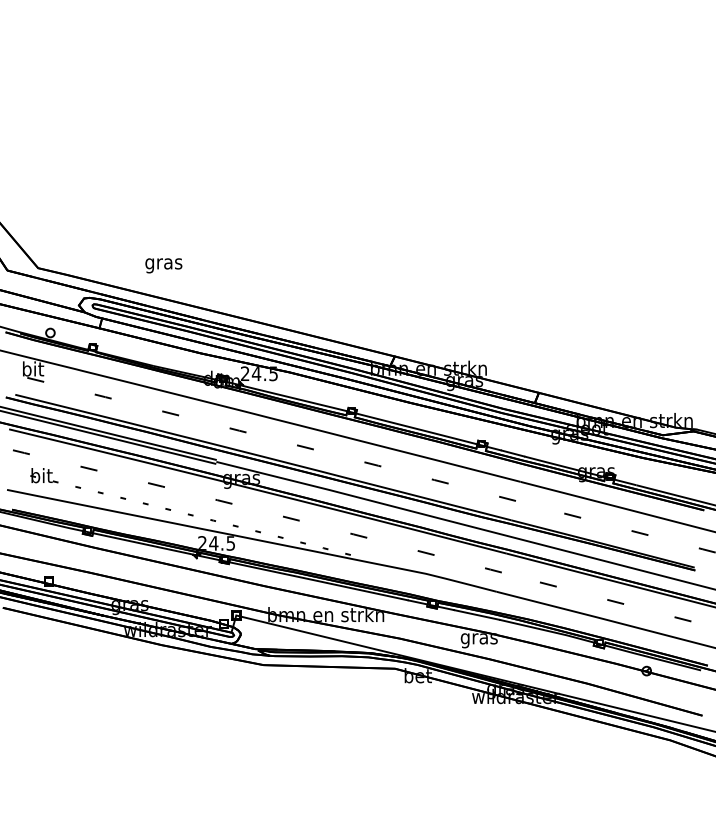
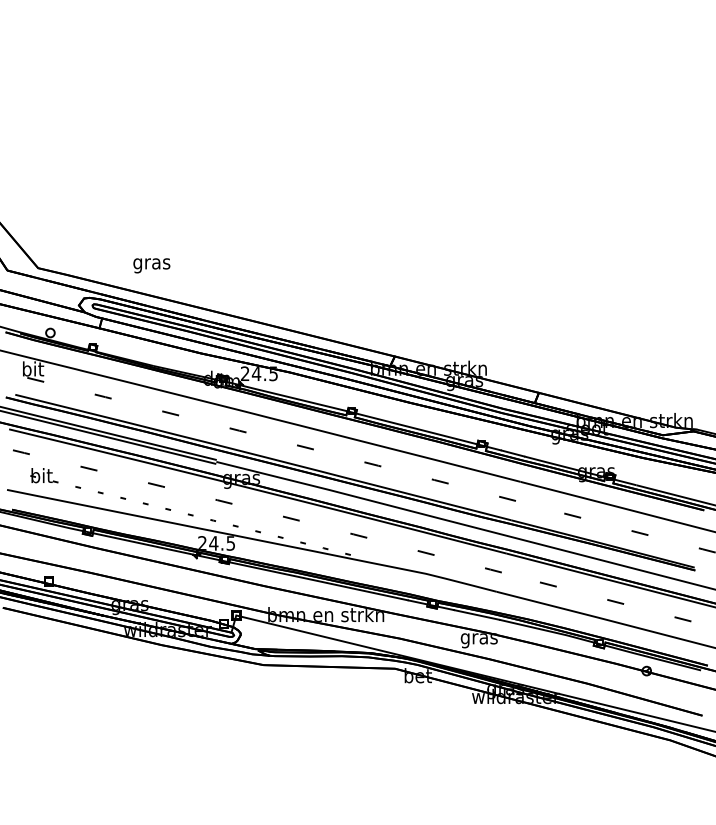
text at (163, 265) position: (163, 265) -> (151, 265)
